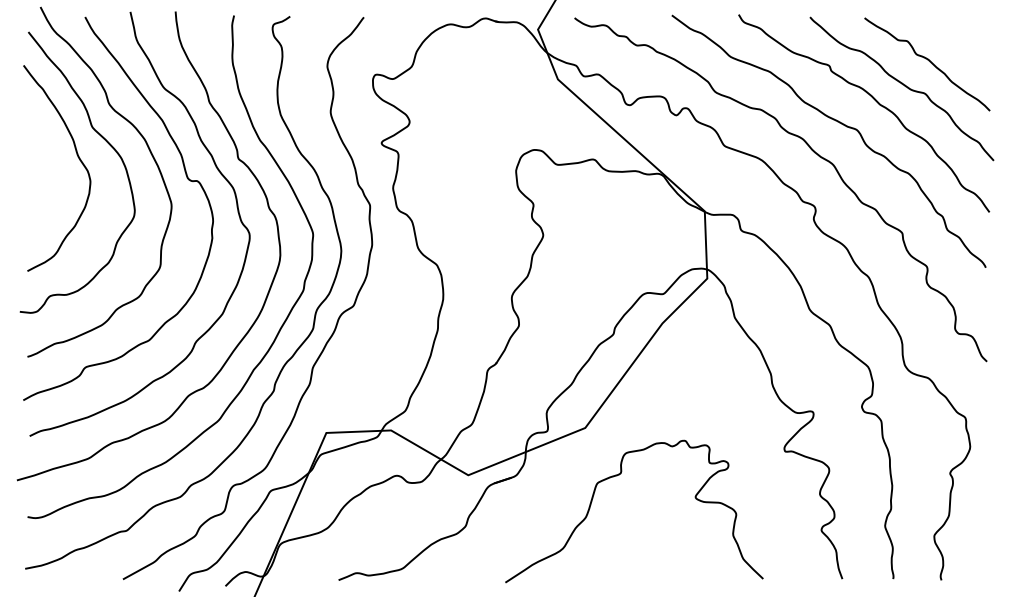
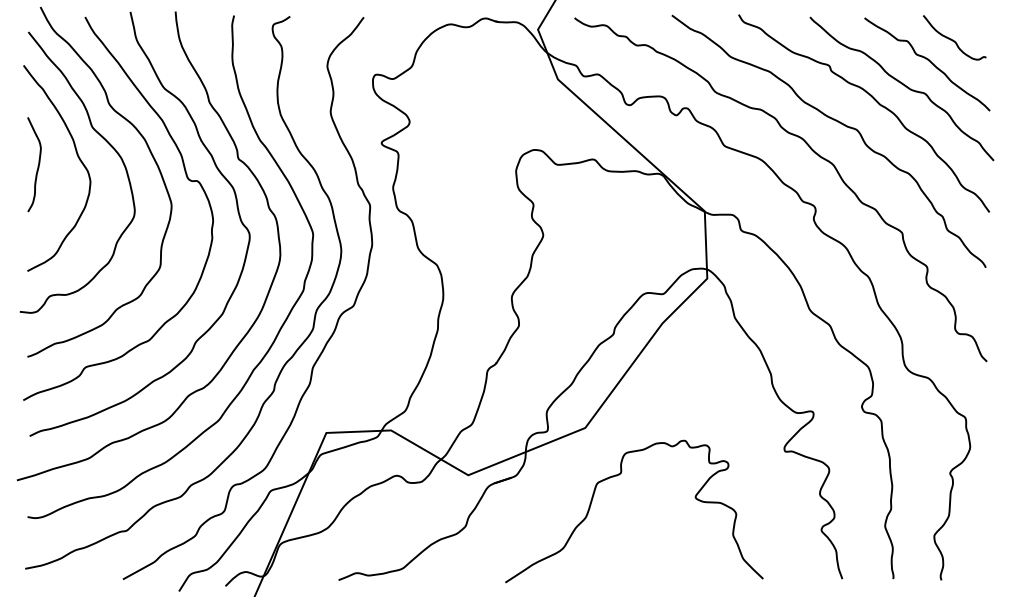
curve at (953, 39): none -> present
curve at (37, 165): none -> present
